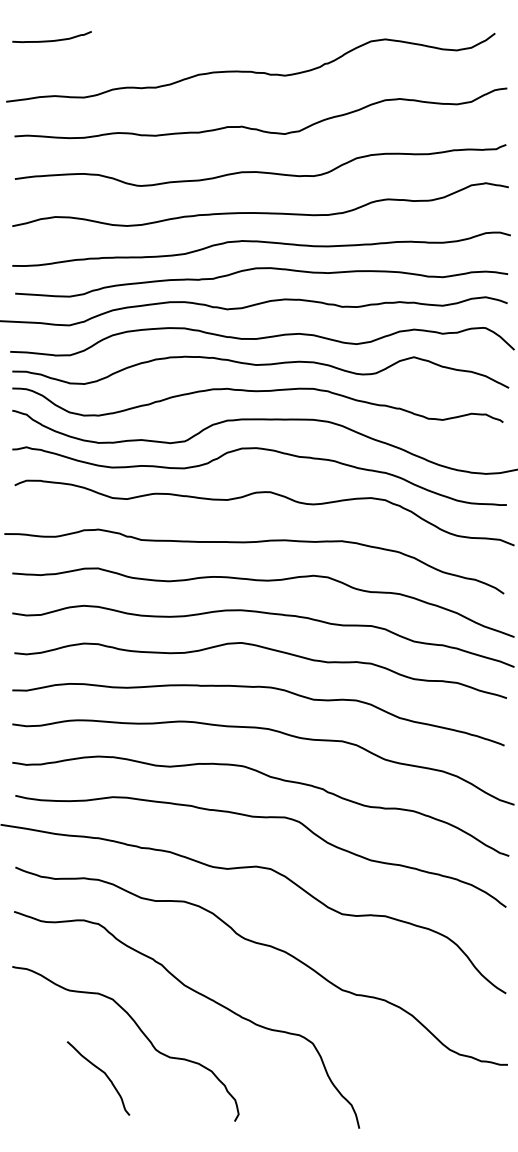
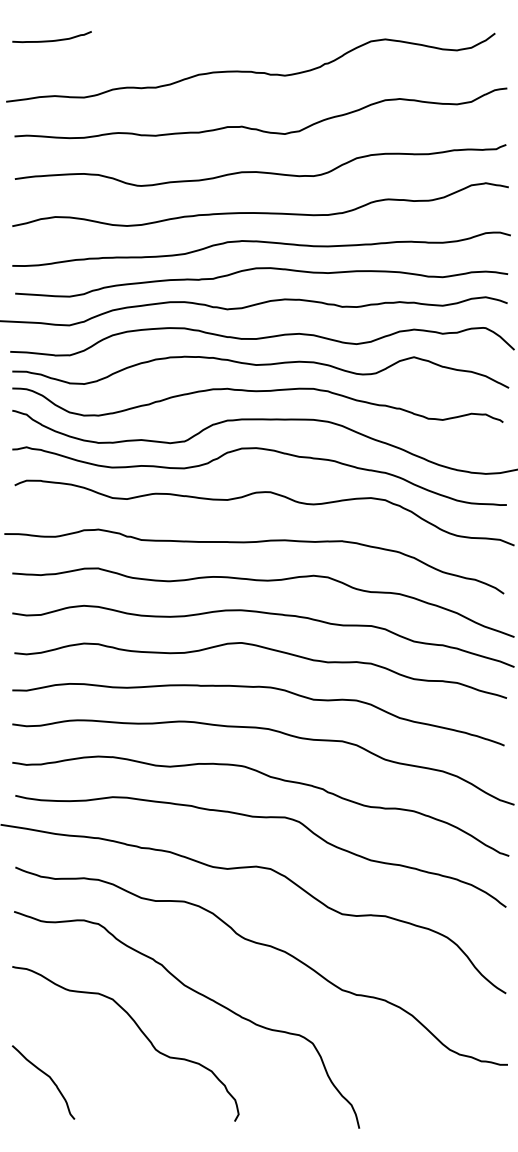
curve at (103, 1073) position: (103, 1073) -> (48, 1077)
